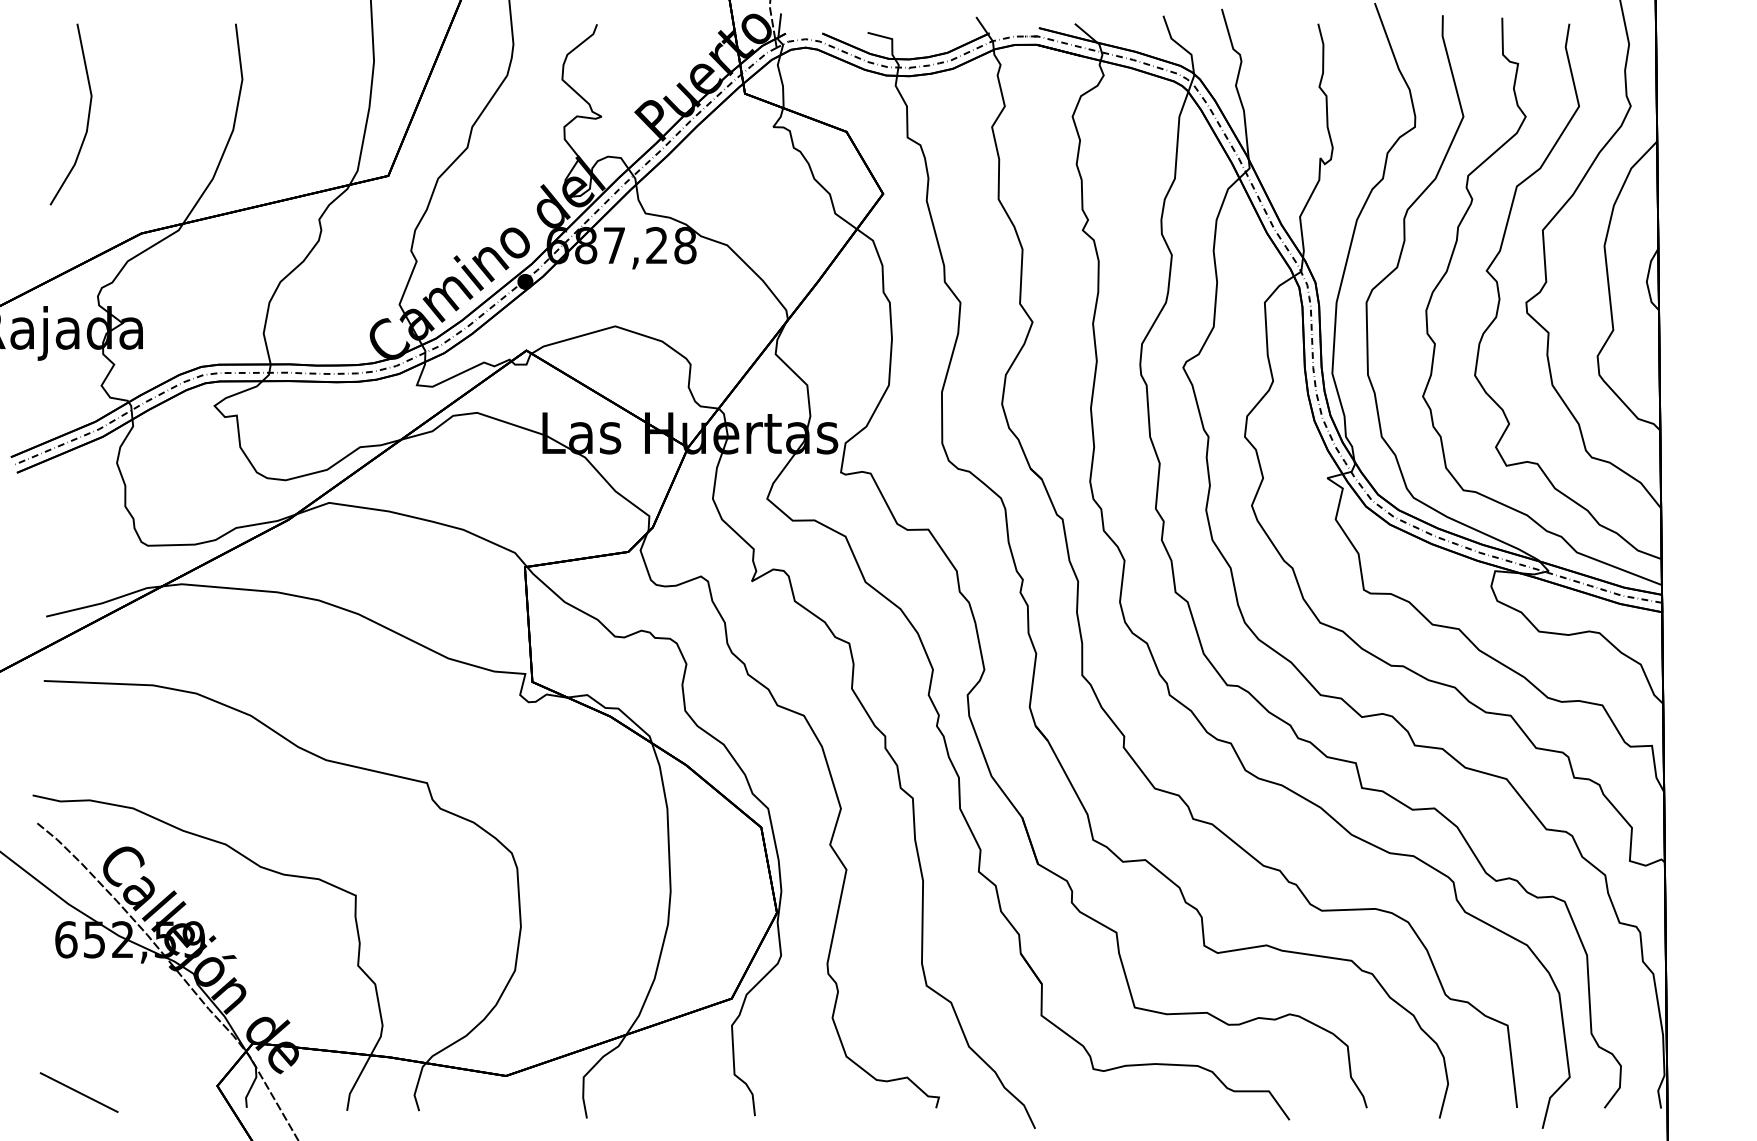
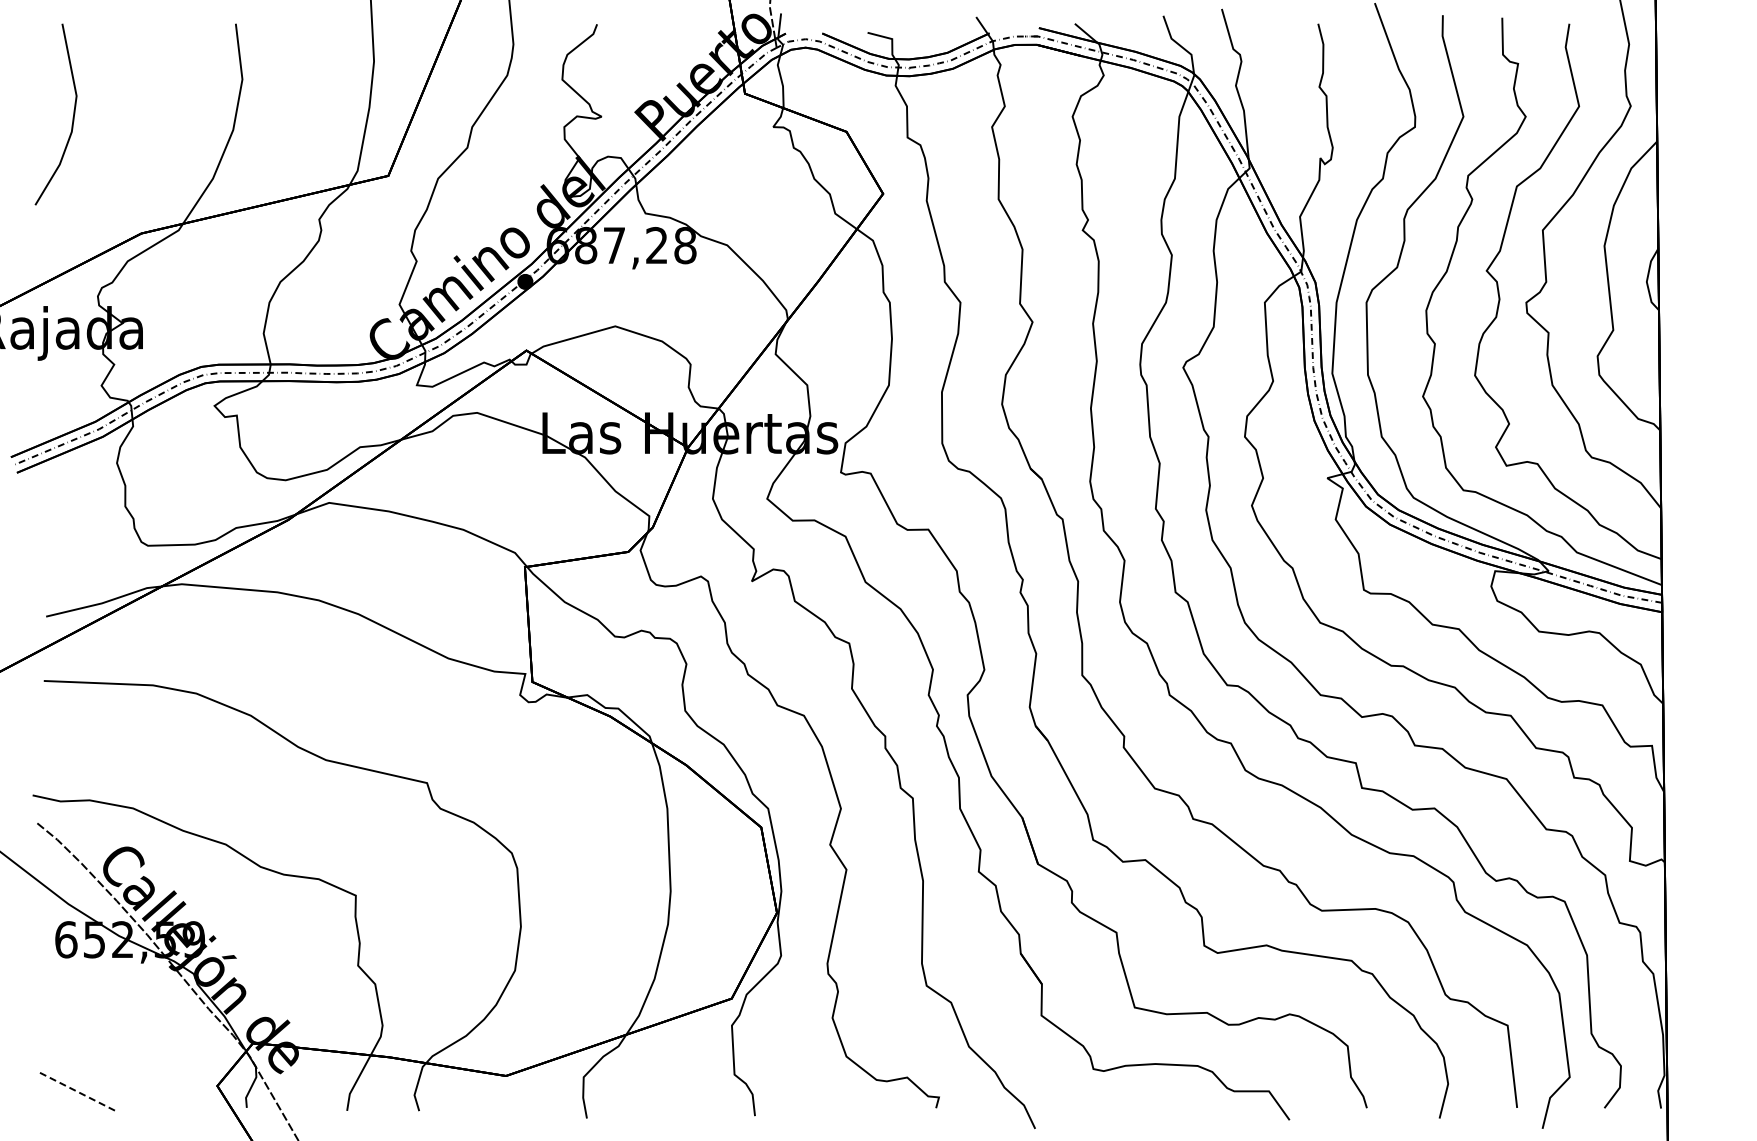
line at (87, 117) position: (87, 117) -> (72, 117)
line at (79, 1092): solid -> dashed
